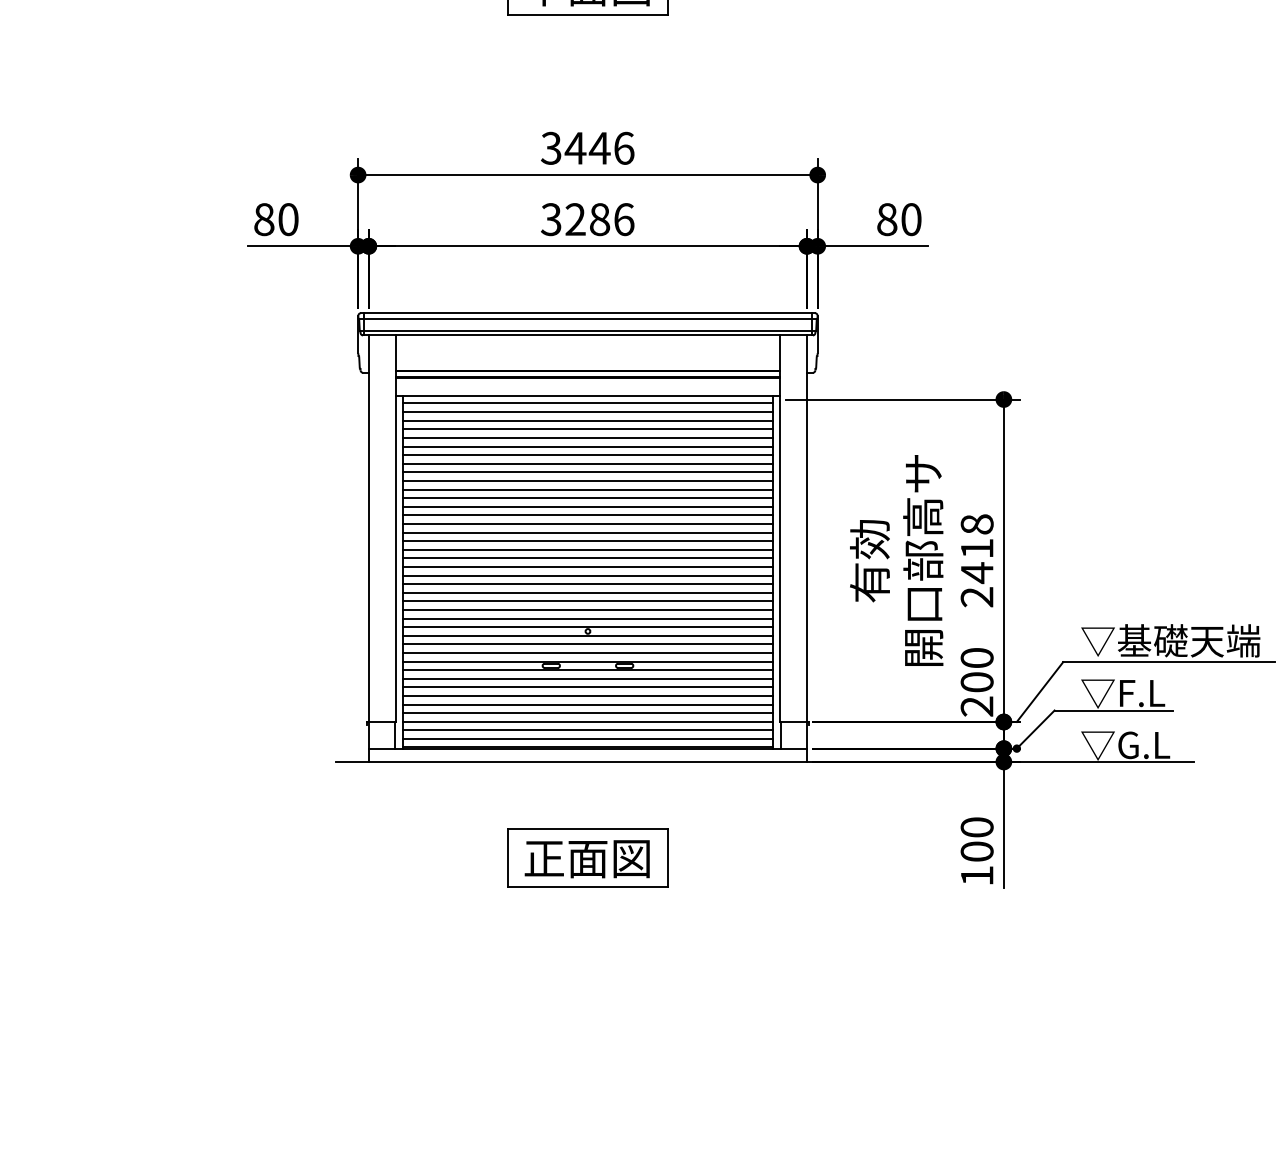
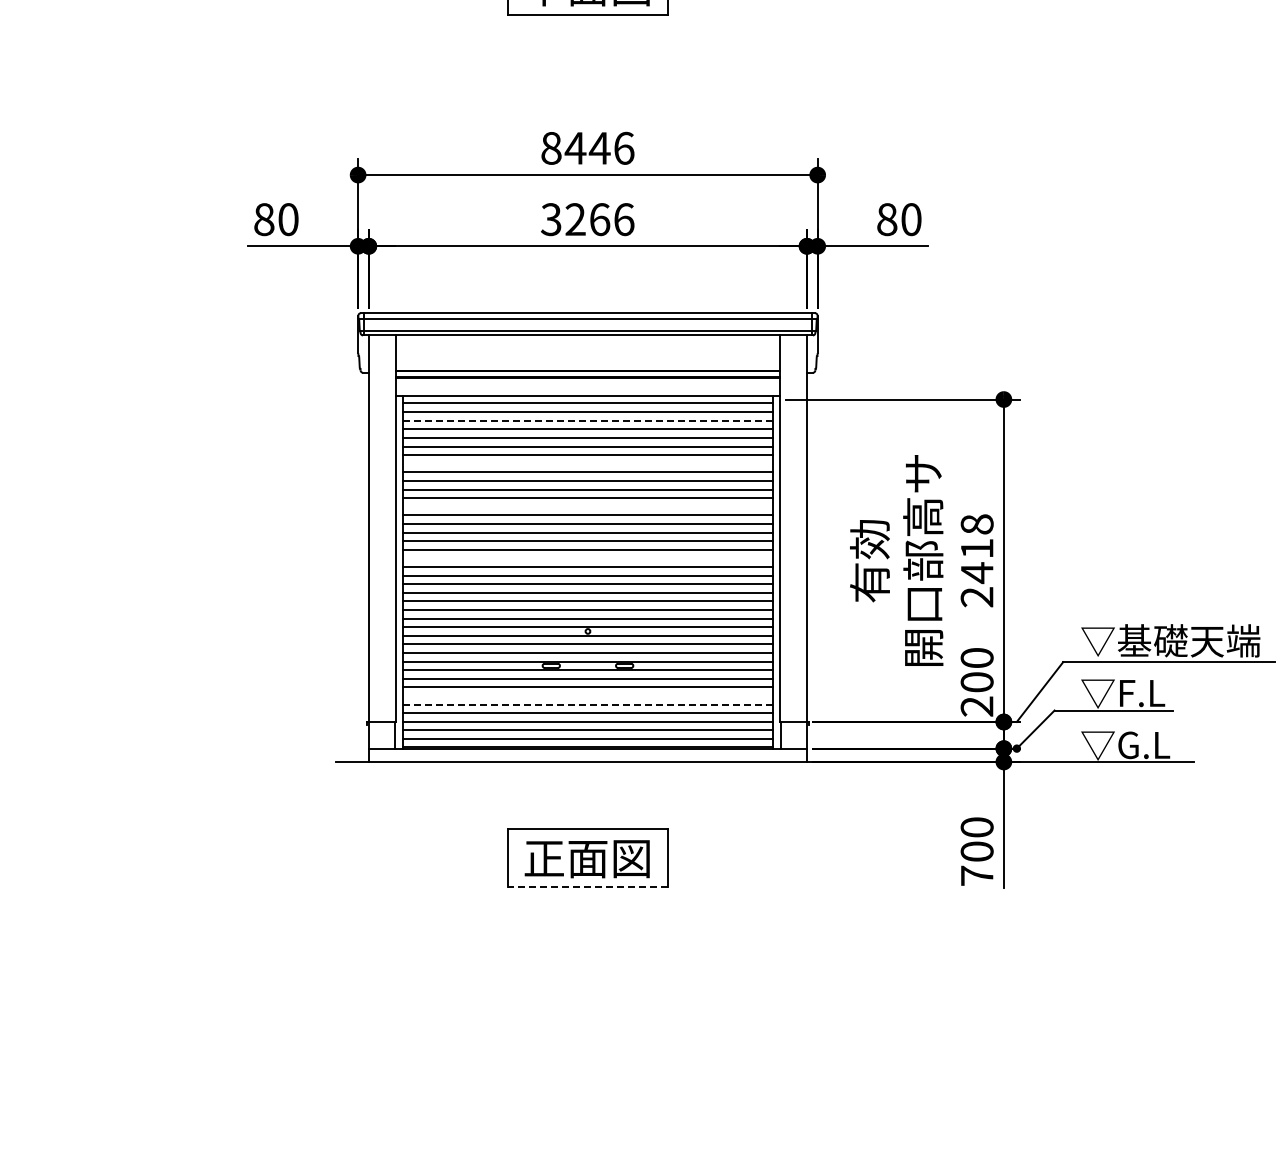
text at (551, 147): 3446 -> 8446
text at (600, 219): 3286 -> 3266
line at (588, 420): solid -> dashed
line at (587, 463): present -> none
line at (587, 506): present -> none
line at (587, 558): present -> none
line at (587, 695): present -> none
line at (588, 704): solid -> dashed
text at (977, 875): 100 -> 700
line at (587, 886): solid -> dashed
